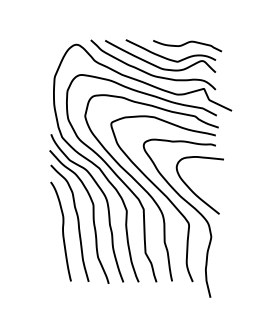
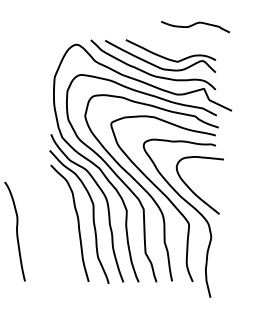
curve at (186, 44) position: (186, 44) -> (194, 25)
curve at (62, 231) position: (62, 231) -> (16, 231)
